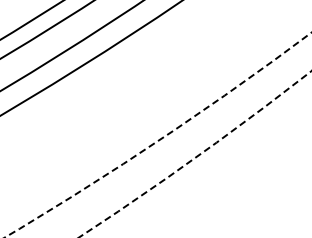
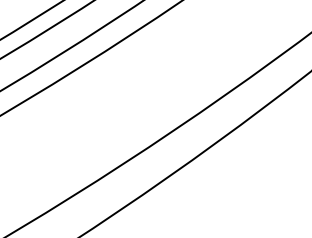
arc at (160, 139): dashed -> solid
arc at (197, 156): dashed -> solid
